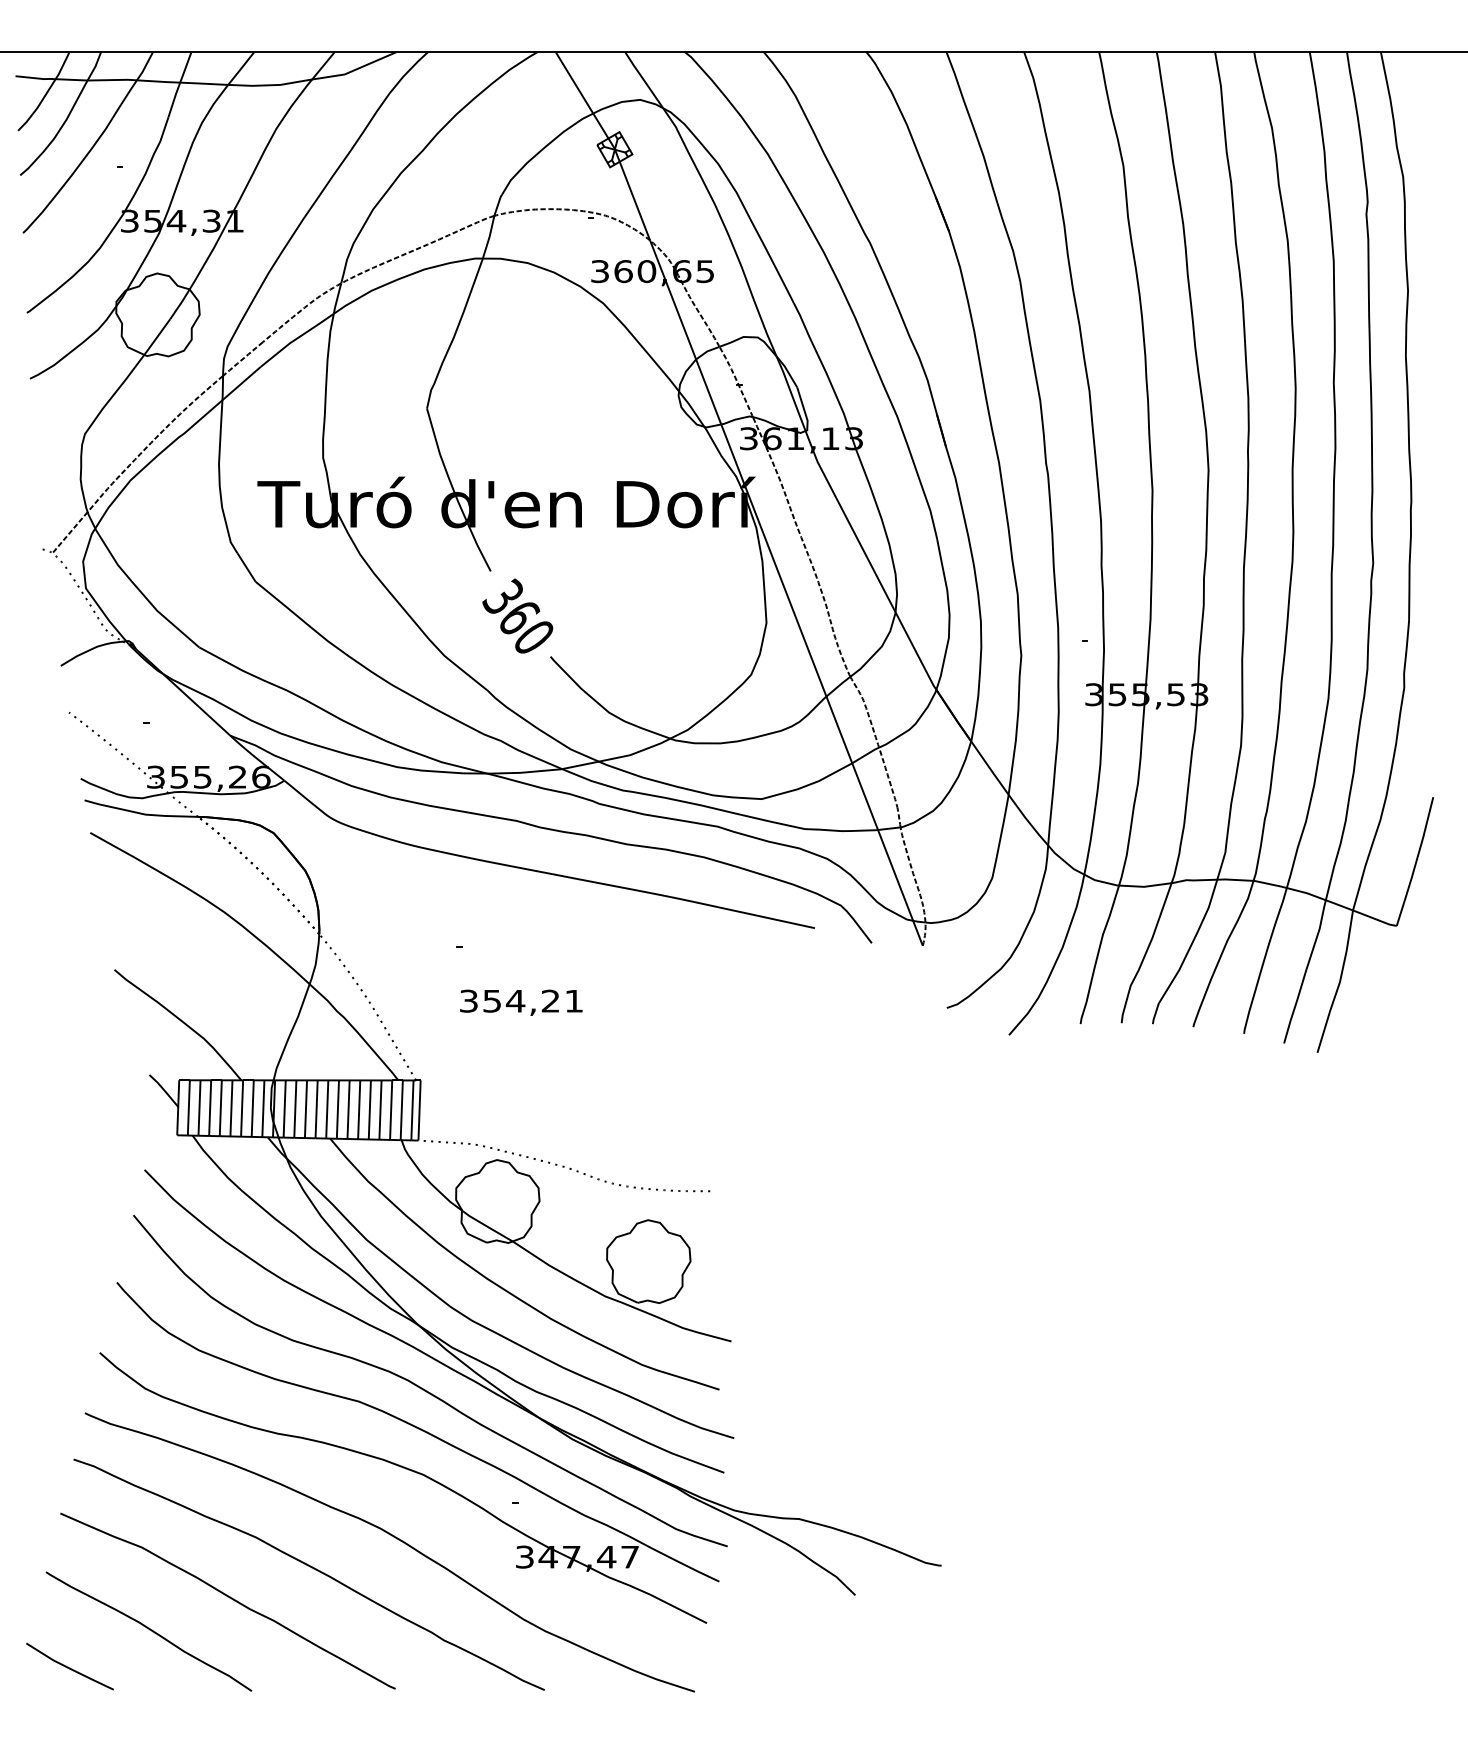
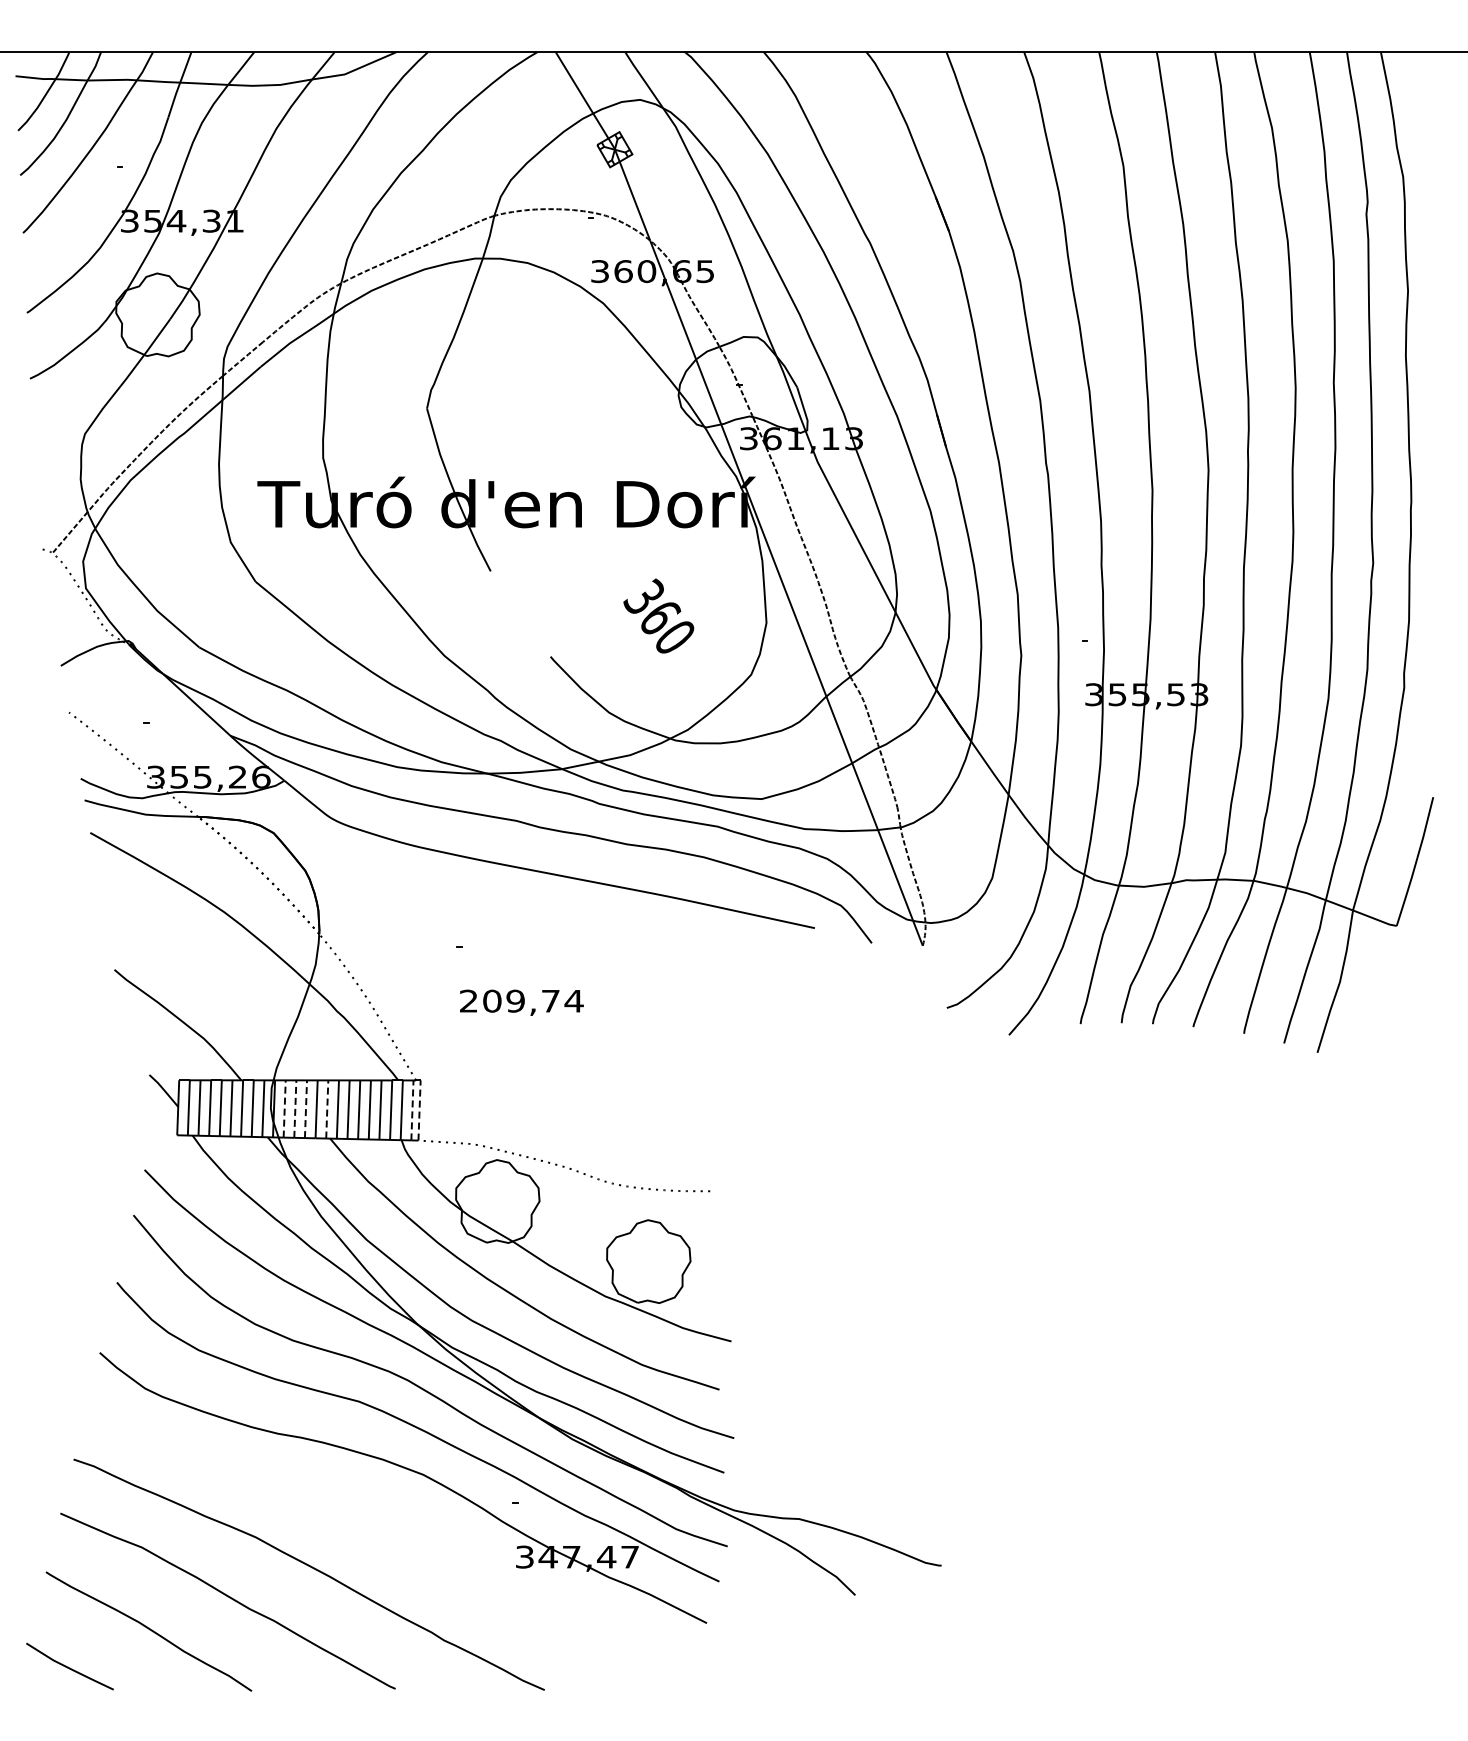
text at (517, 615) position: (517, 615) -> (658, 615)
text at (521, 1000): 354,21 -> 209,74
line at (284, 1108): solid -> dashed
line at (327, 1108): solid -> dashed
line at (295, 1109): solid -> dashed
line at (305, 1109): solid -> dashed
line at (412, 1110): solid -> dashed
line at (419, 1110): solid -> dashed
curve at (398, 1540): present -> none
